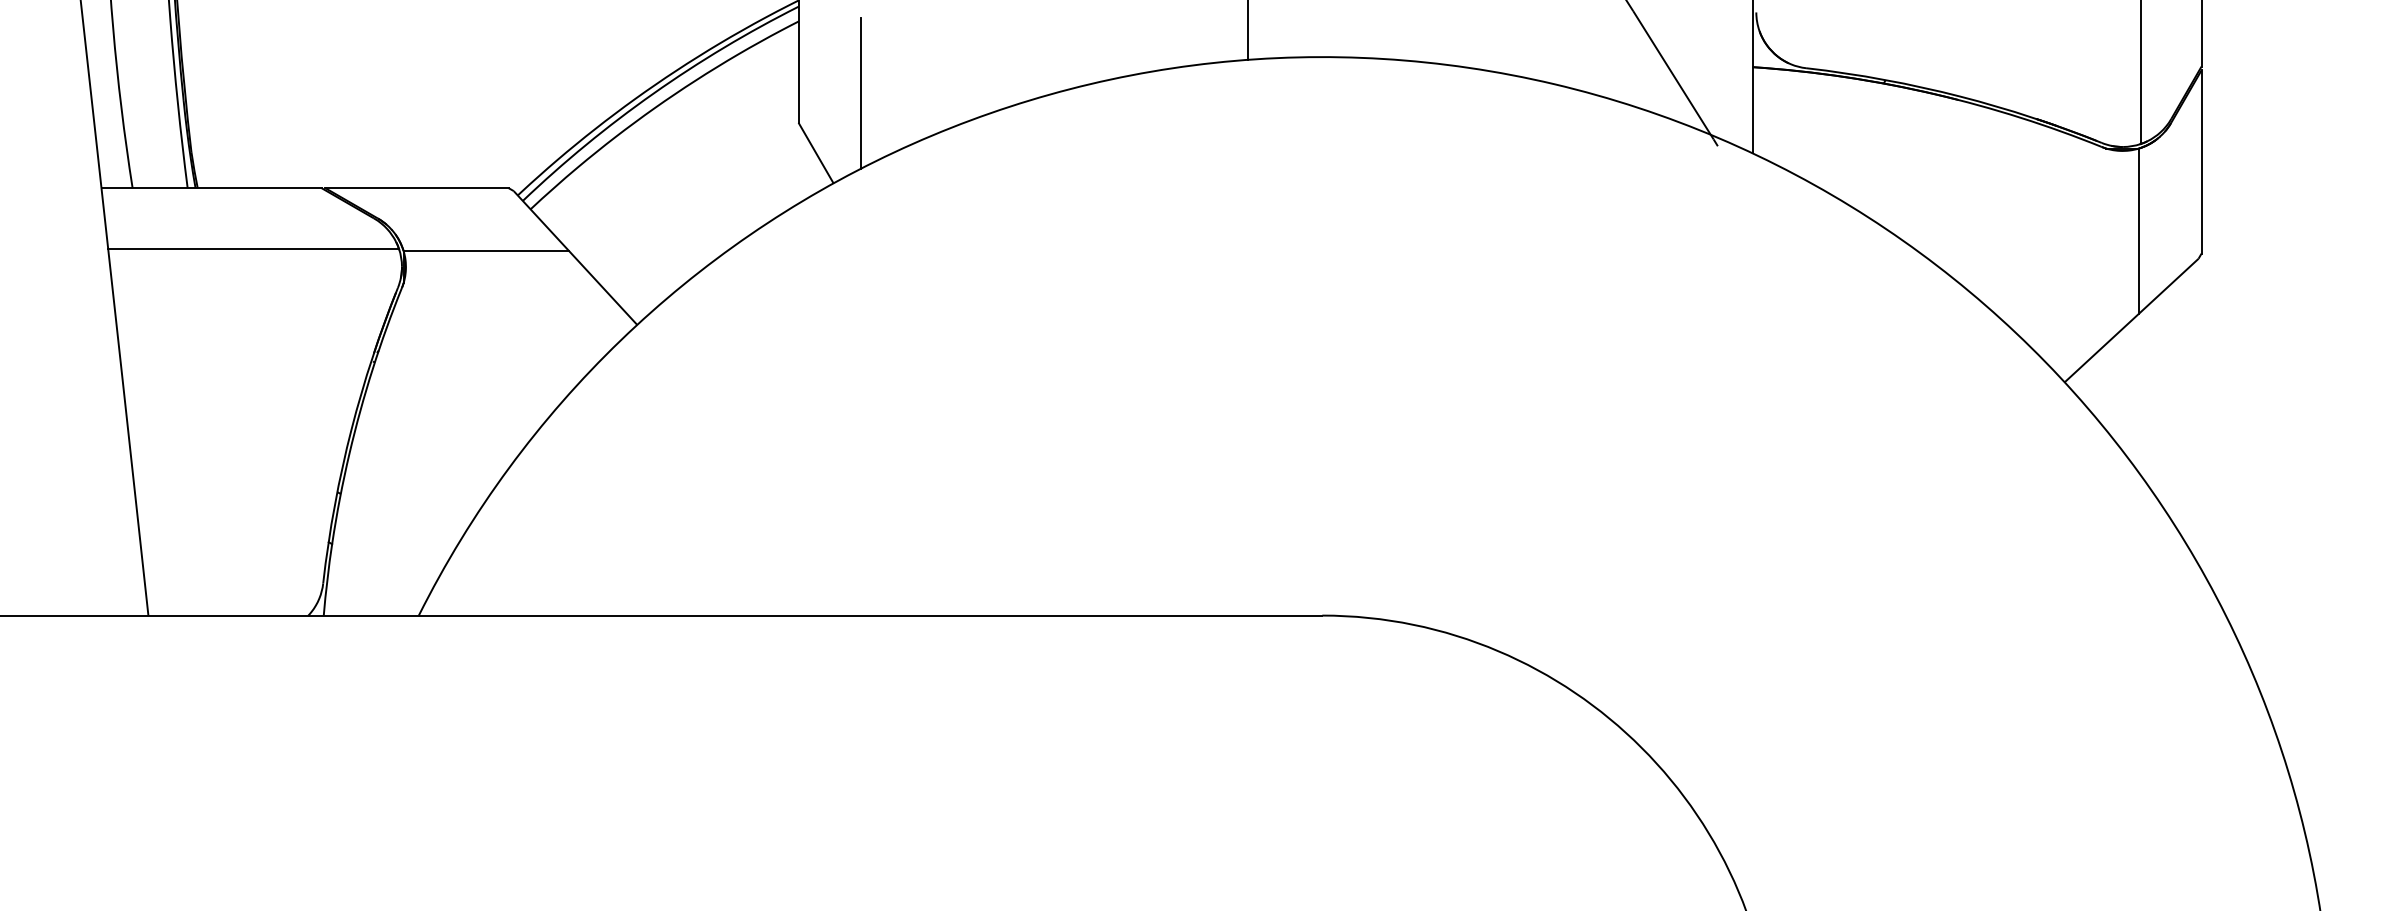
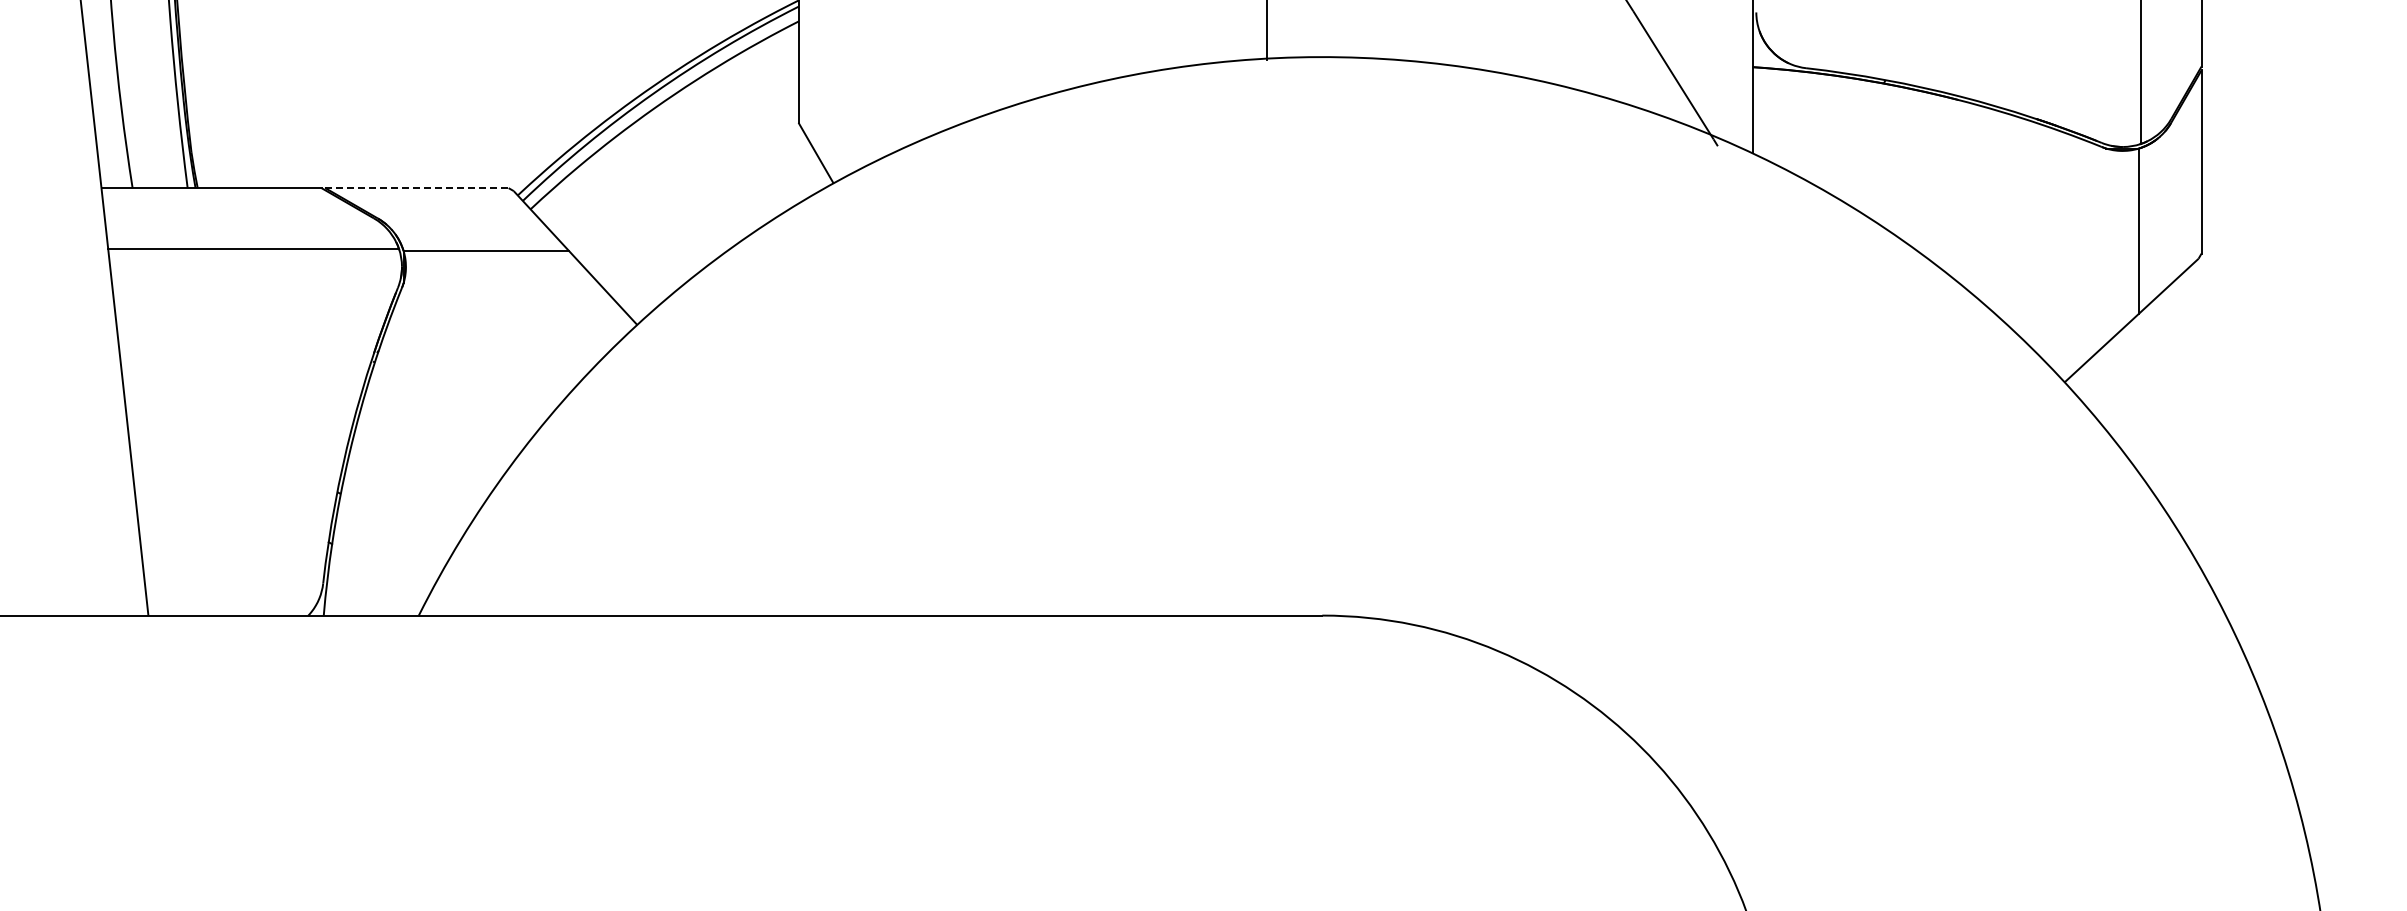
line at (1247, 30) position: (1247, 30) -> (1266, 30)
line at (861, 92): present -> none
line at (417, 188): solid -> dashed
